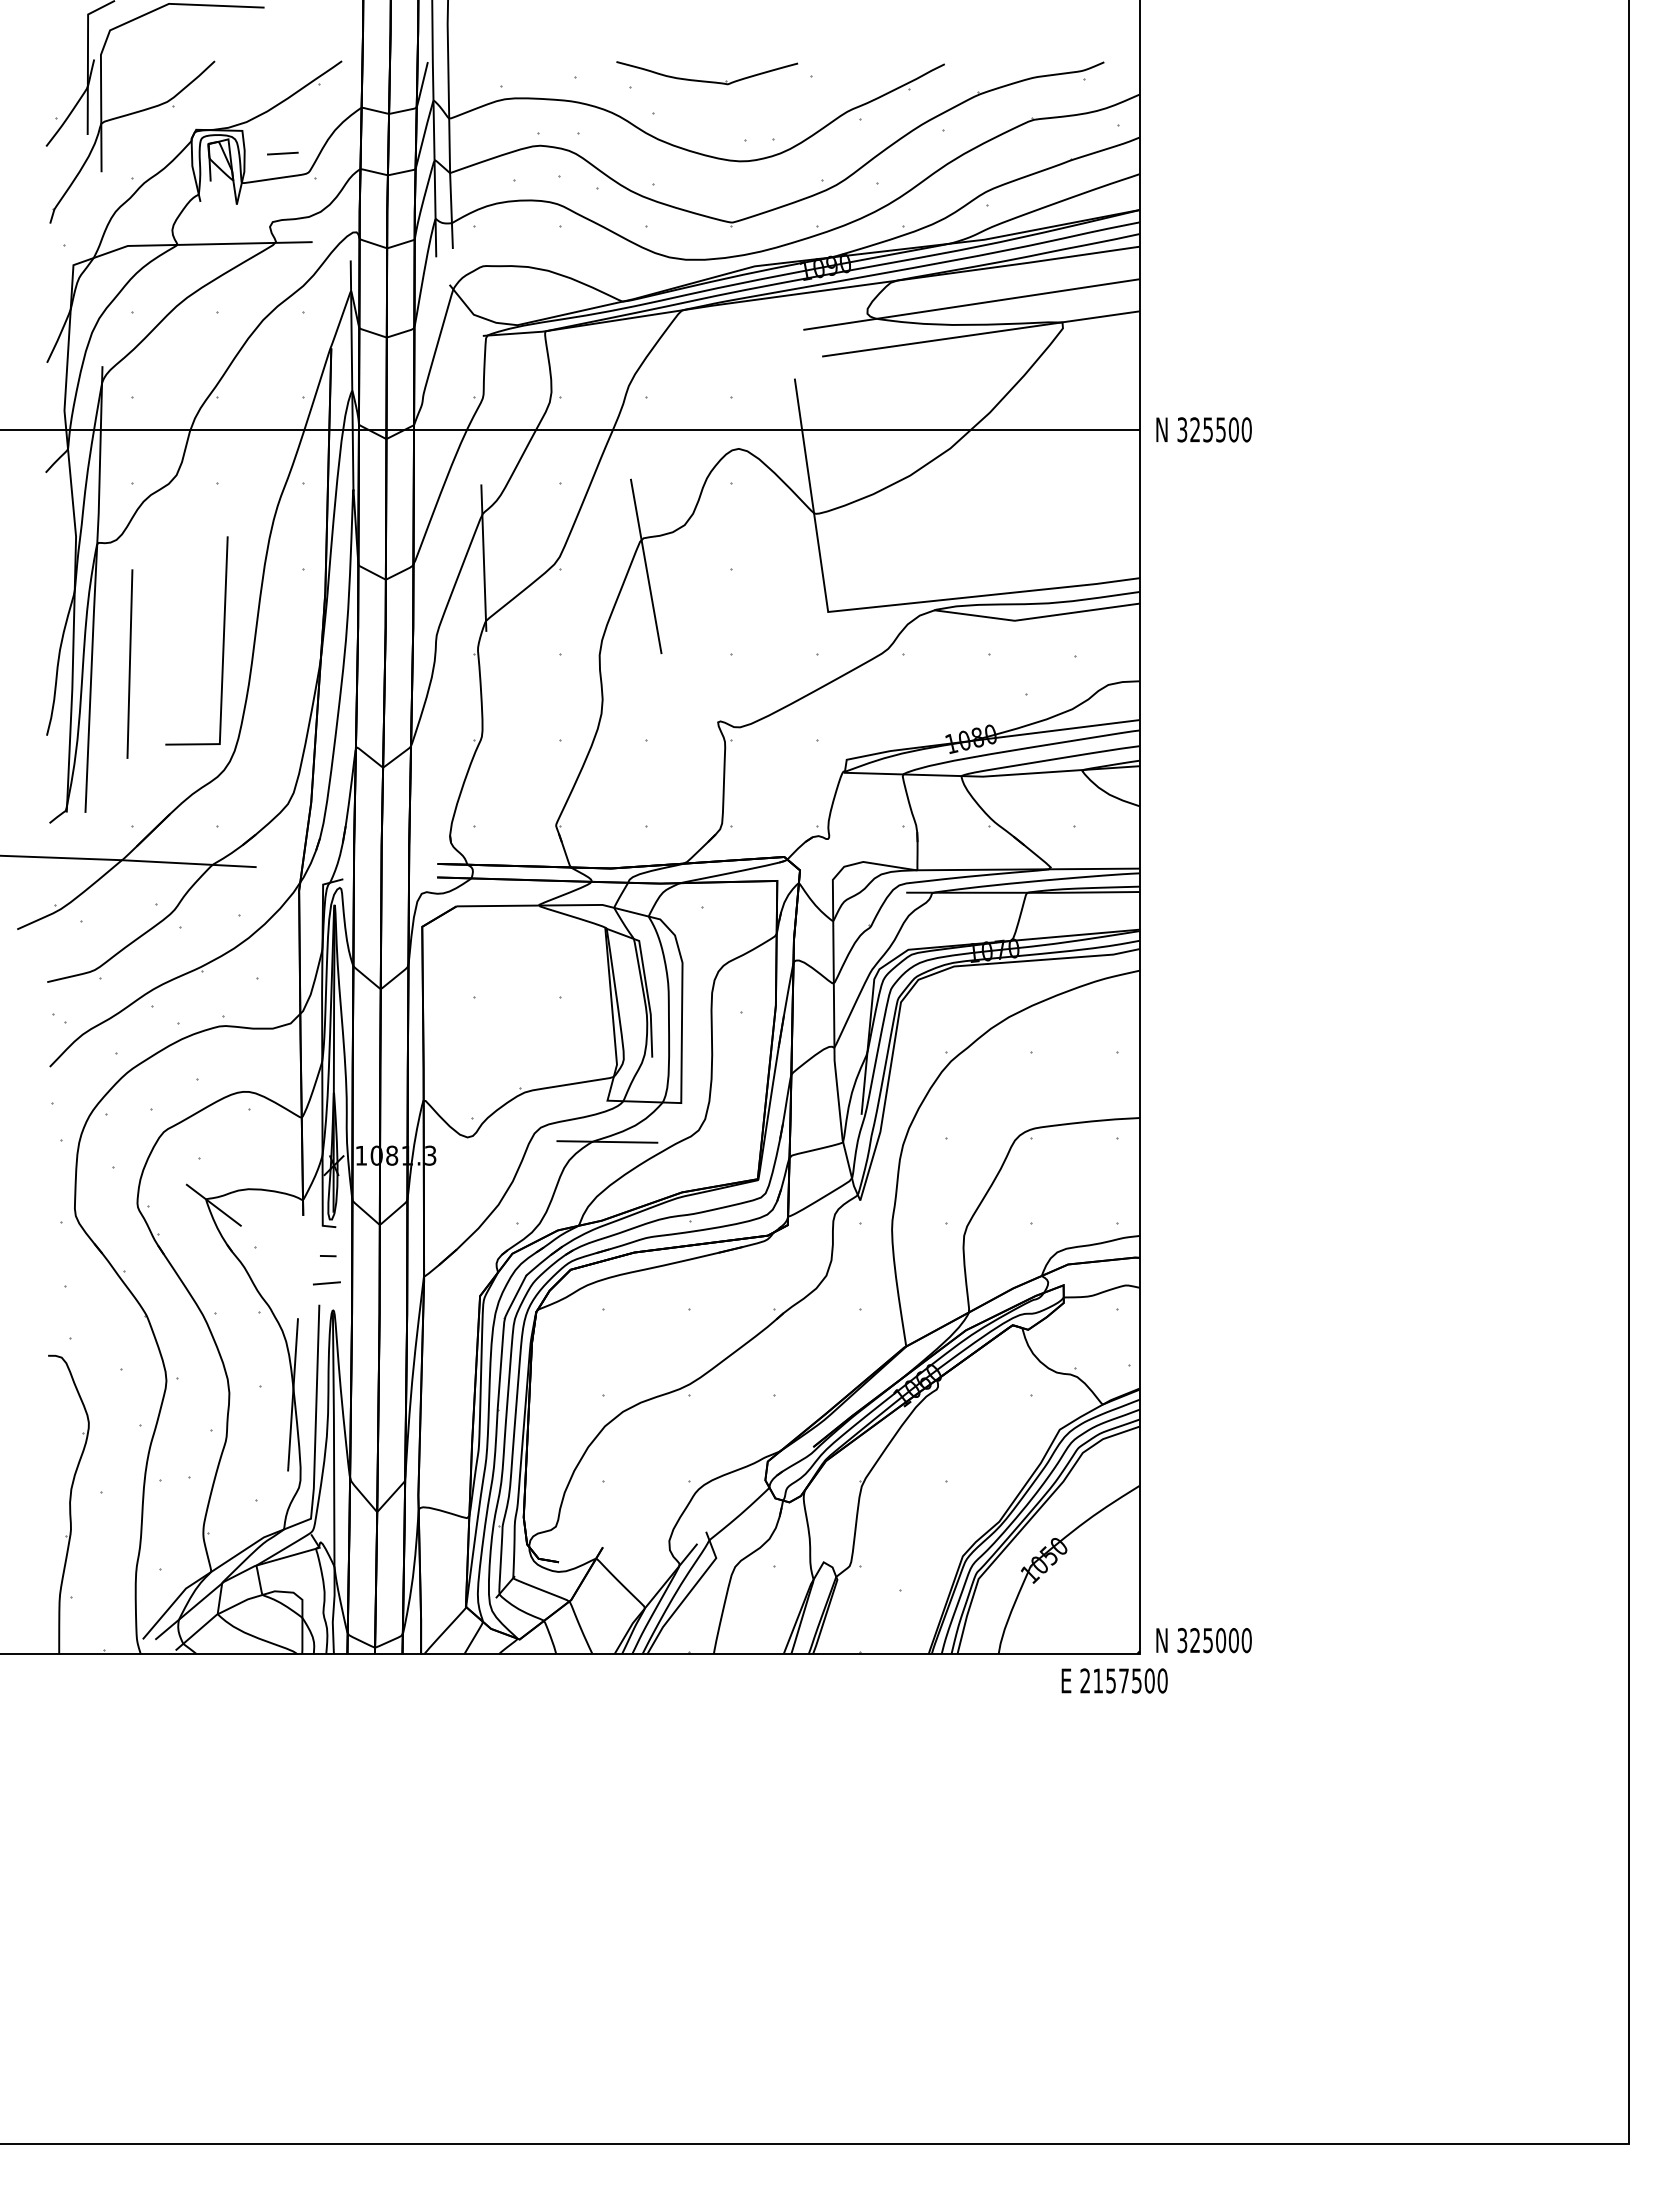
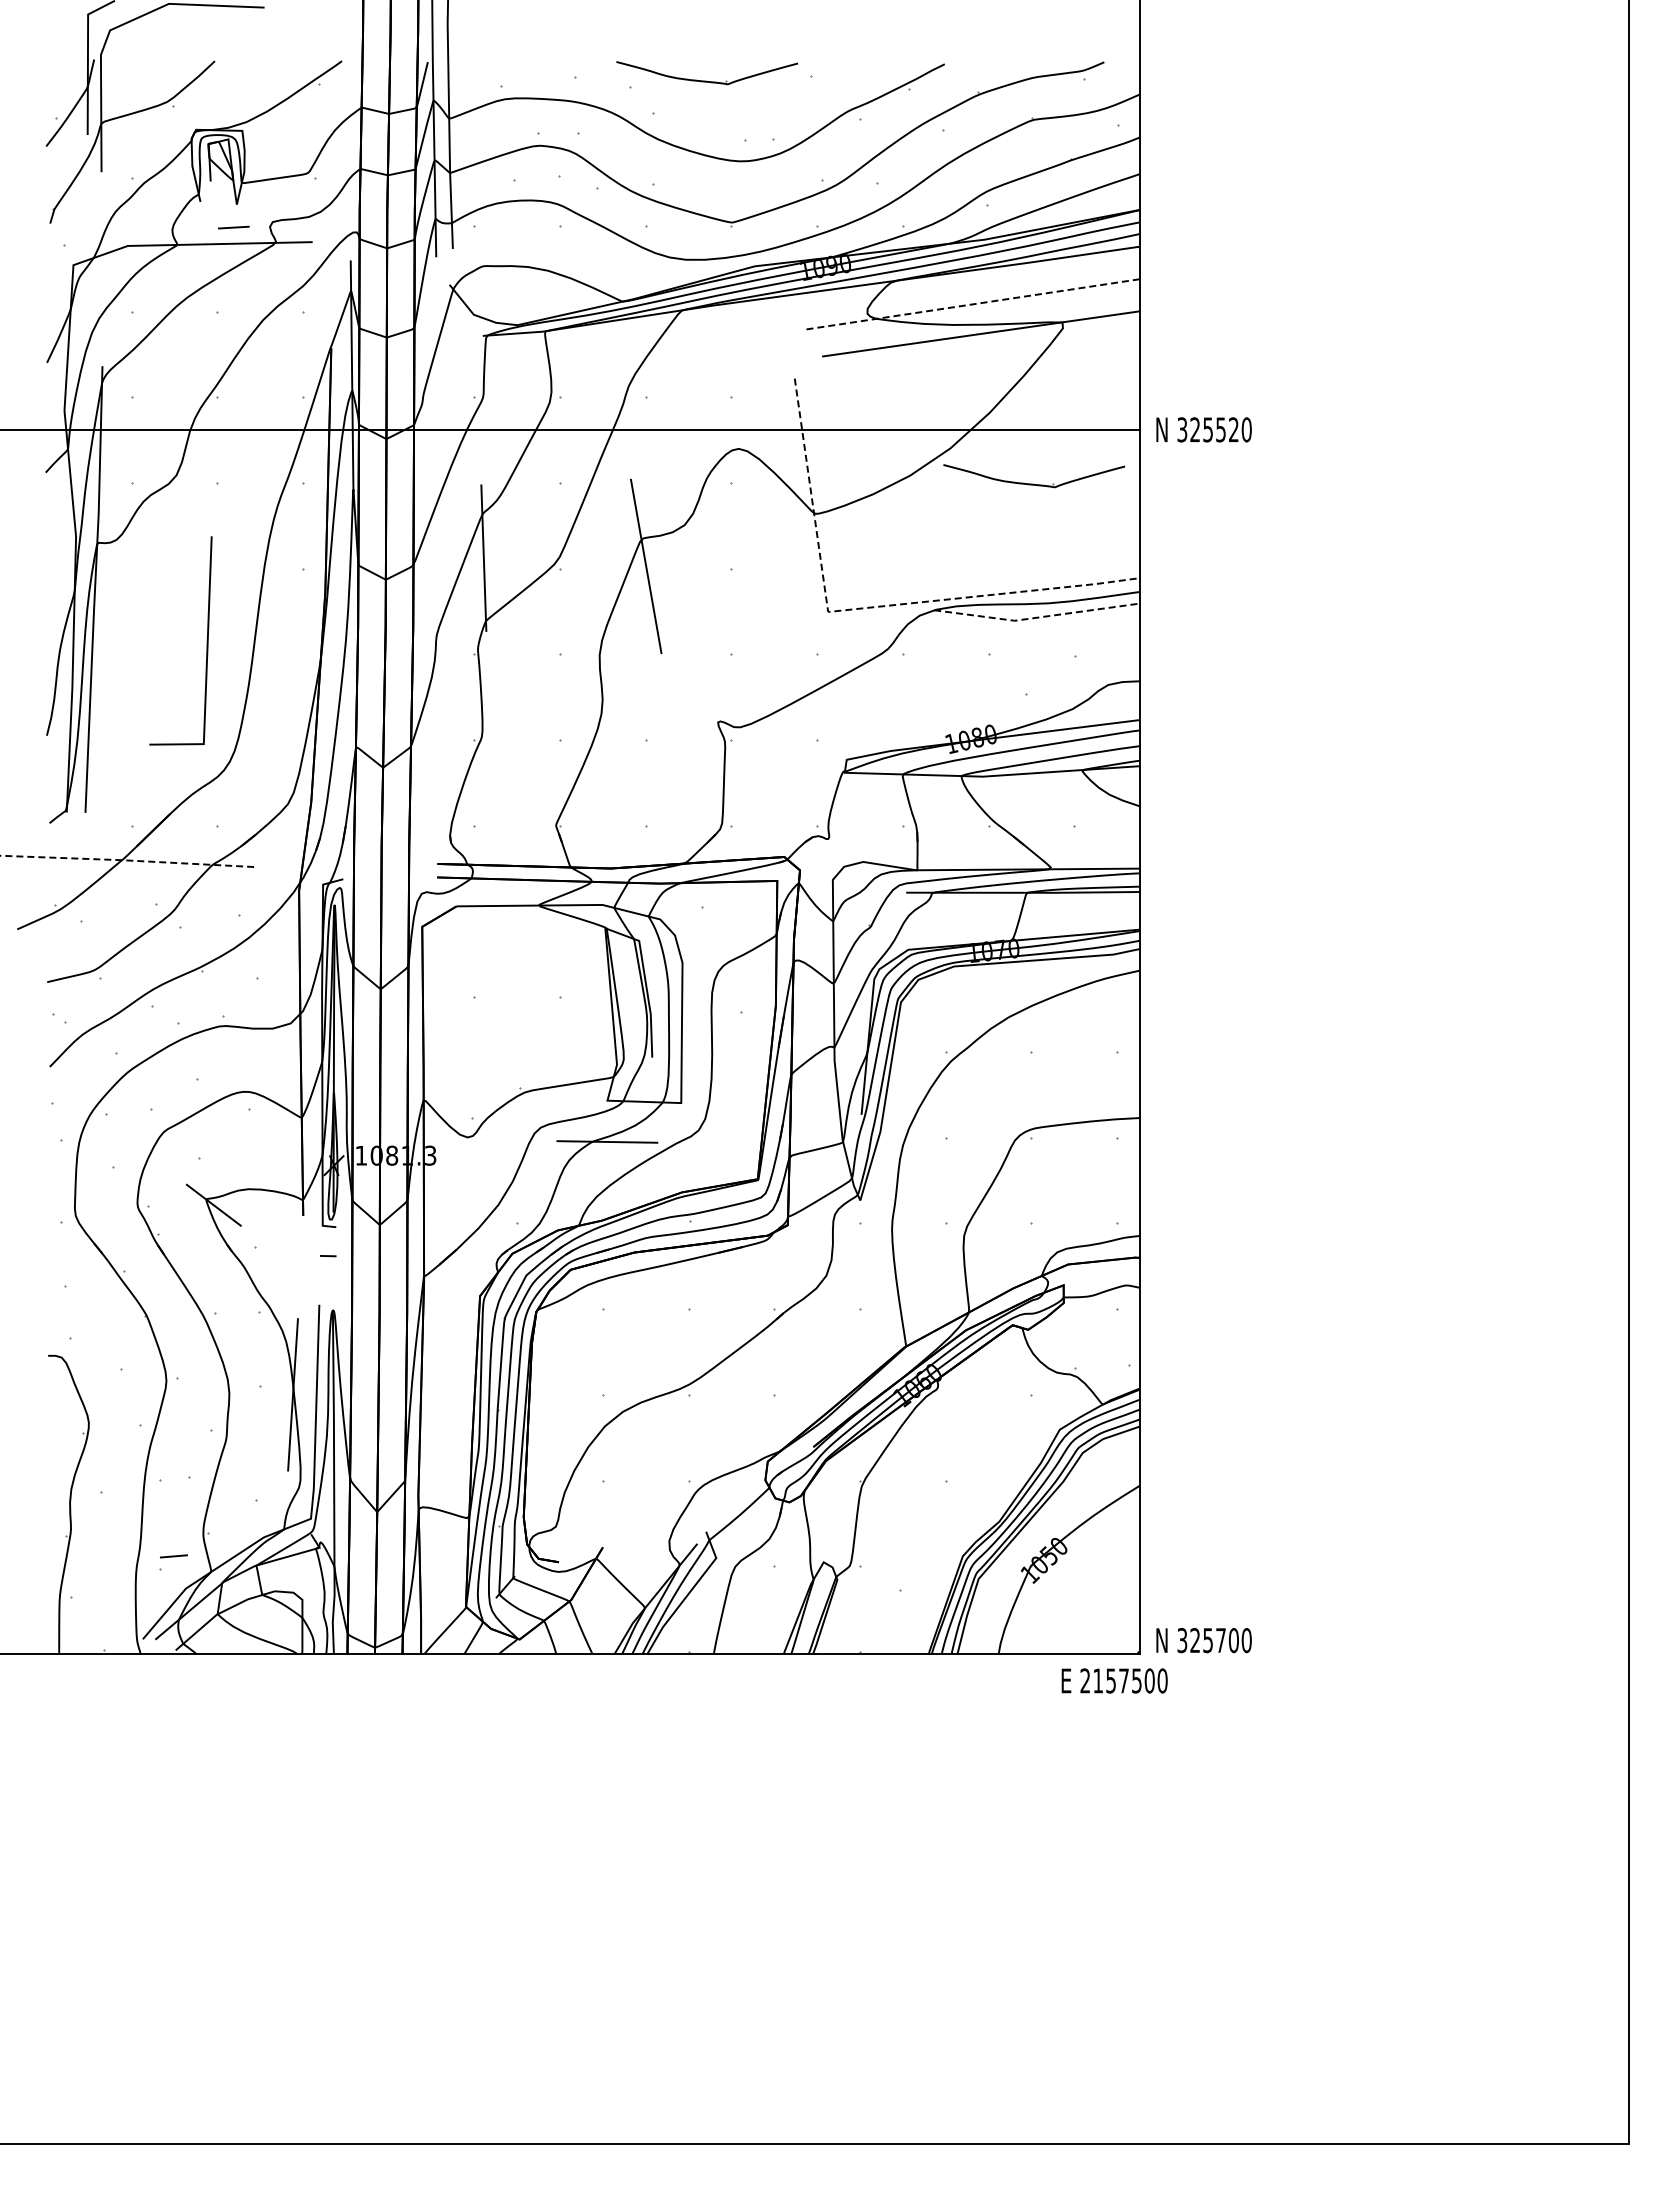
line at (282, 153) position: (282, 153) -> (233, 227)
line at (971, 304): solid -> dashed
text at (1233, 429): 325500 -> 325520
part at (1033, 483): none -> present
line at (866, 607): solid -> dashed
line at (1036, 617): solid -> dashed
line at (222, 640) position: (222, 640) -> (206, 640)
line at (129, 663): present -> none
line at (128, 860): solid -> dashed
line at (326, 1283) position: (326, 1283) -> (173, 1556)
text at (1221, 1640): 325000 -> 325700
